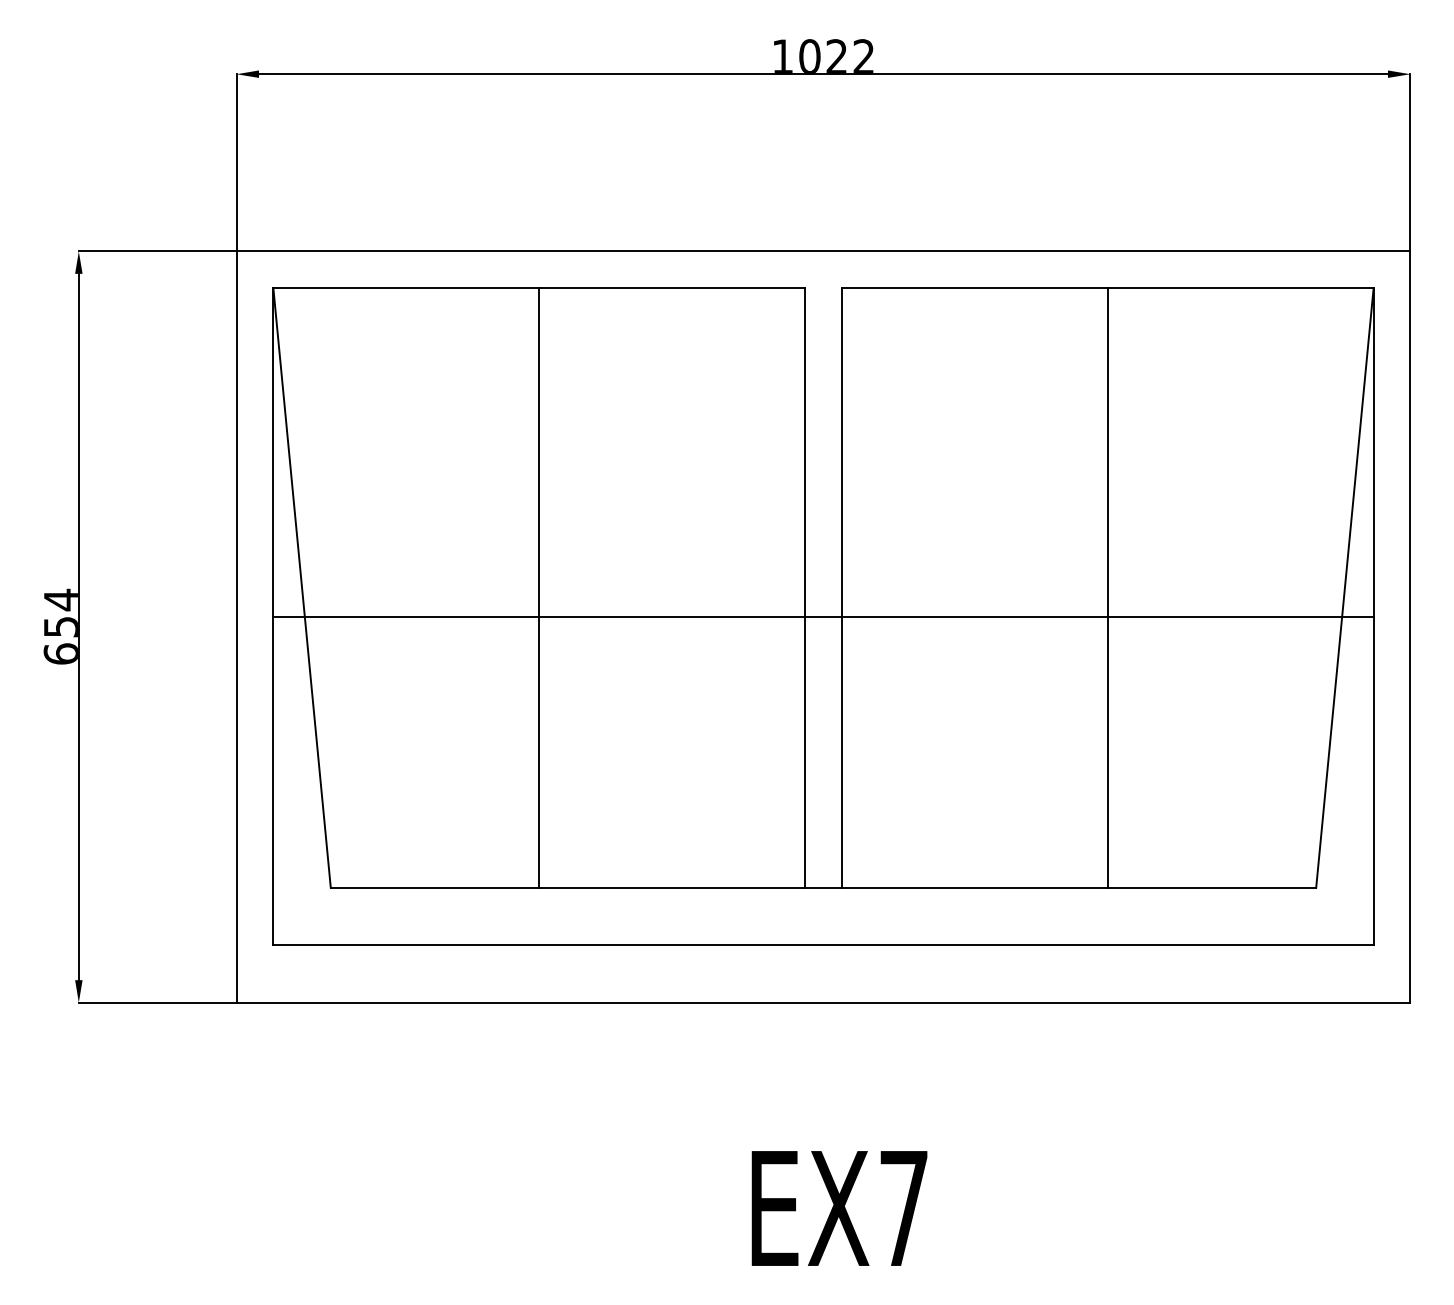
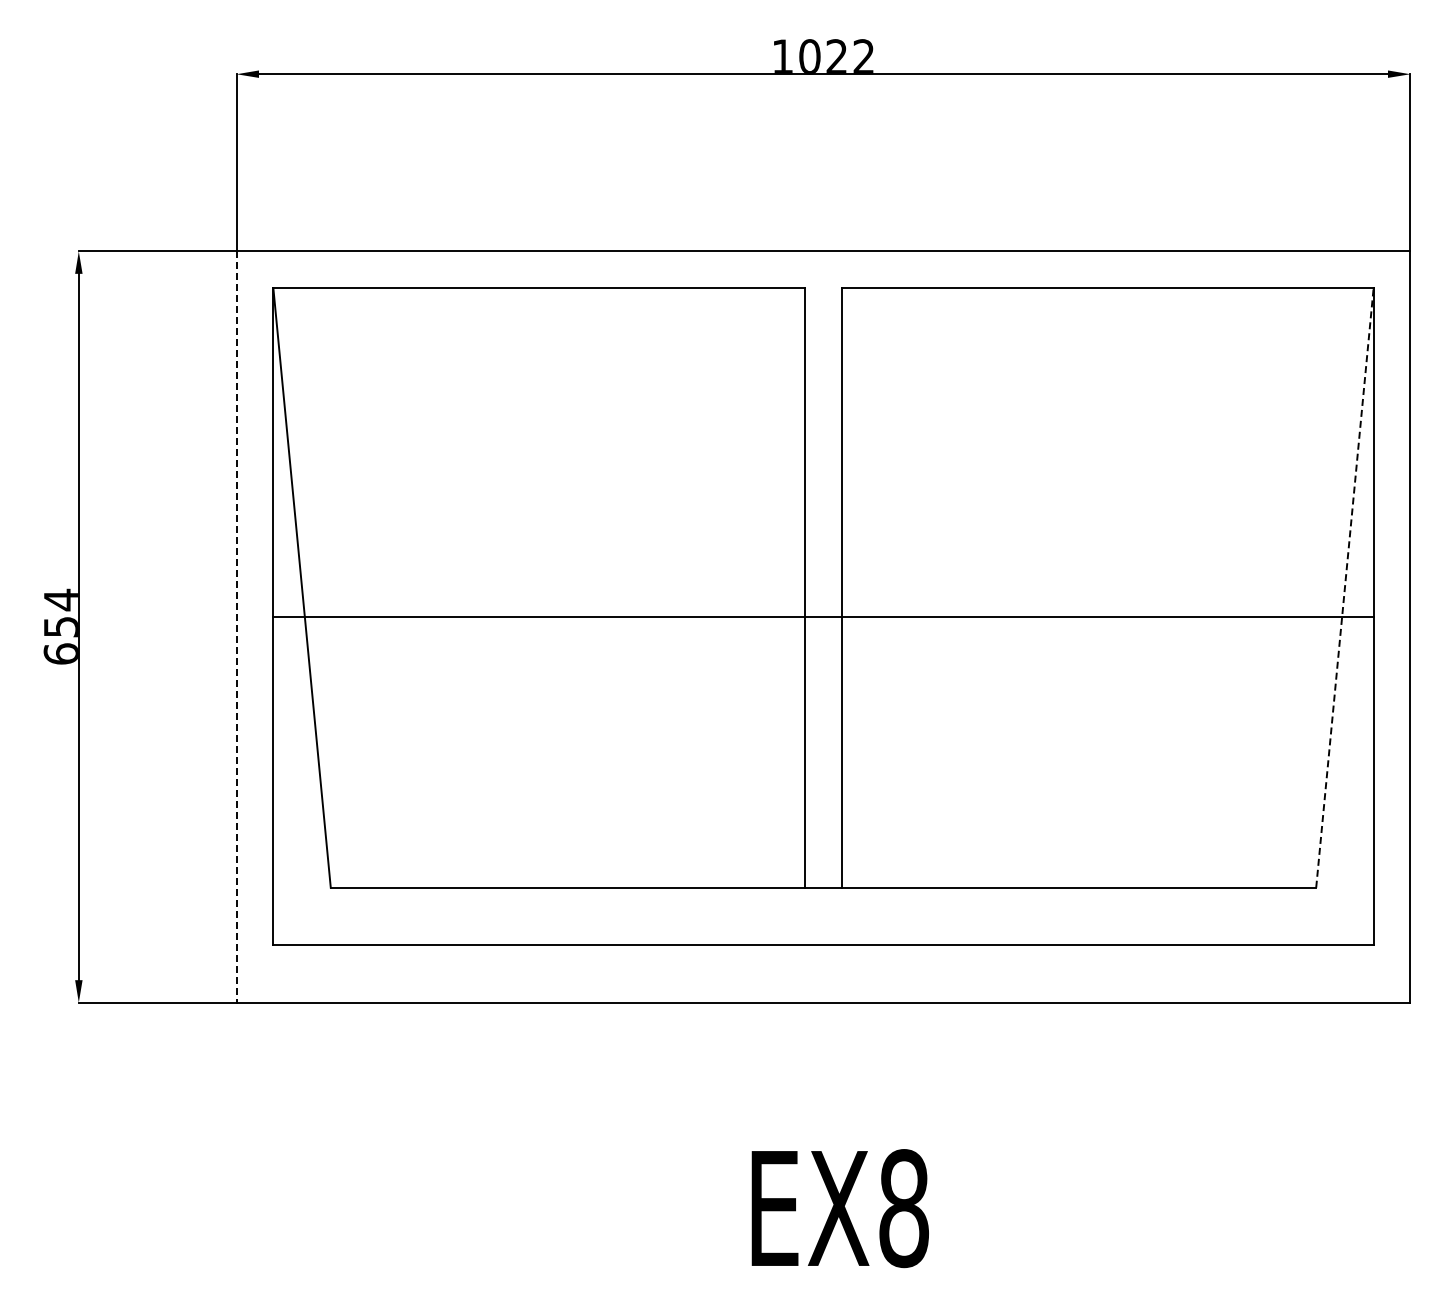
line at (539, 587): present -> none
line at (1107, 587): present -> none
line at (1344, 587): solid -> dashed
line at (236, 627): solid -> dashed
text at (903, 1208): EX7 -> EX8
